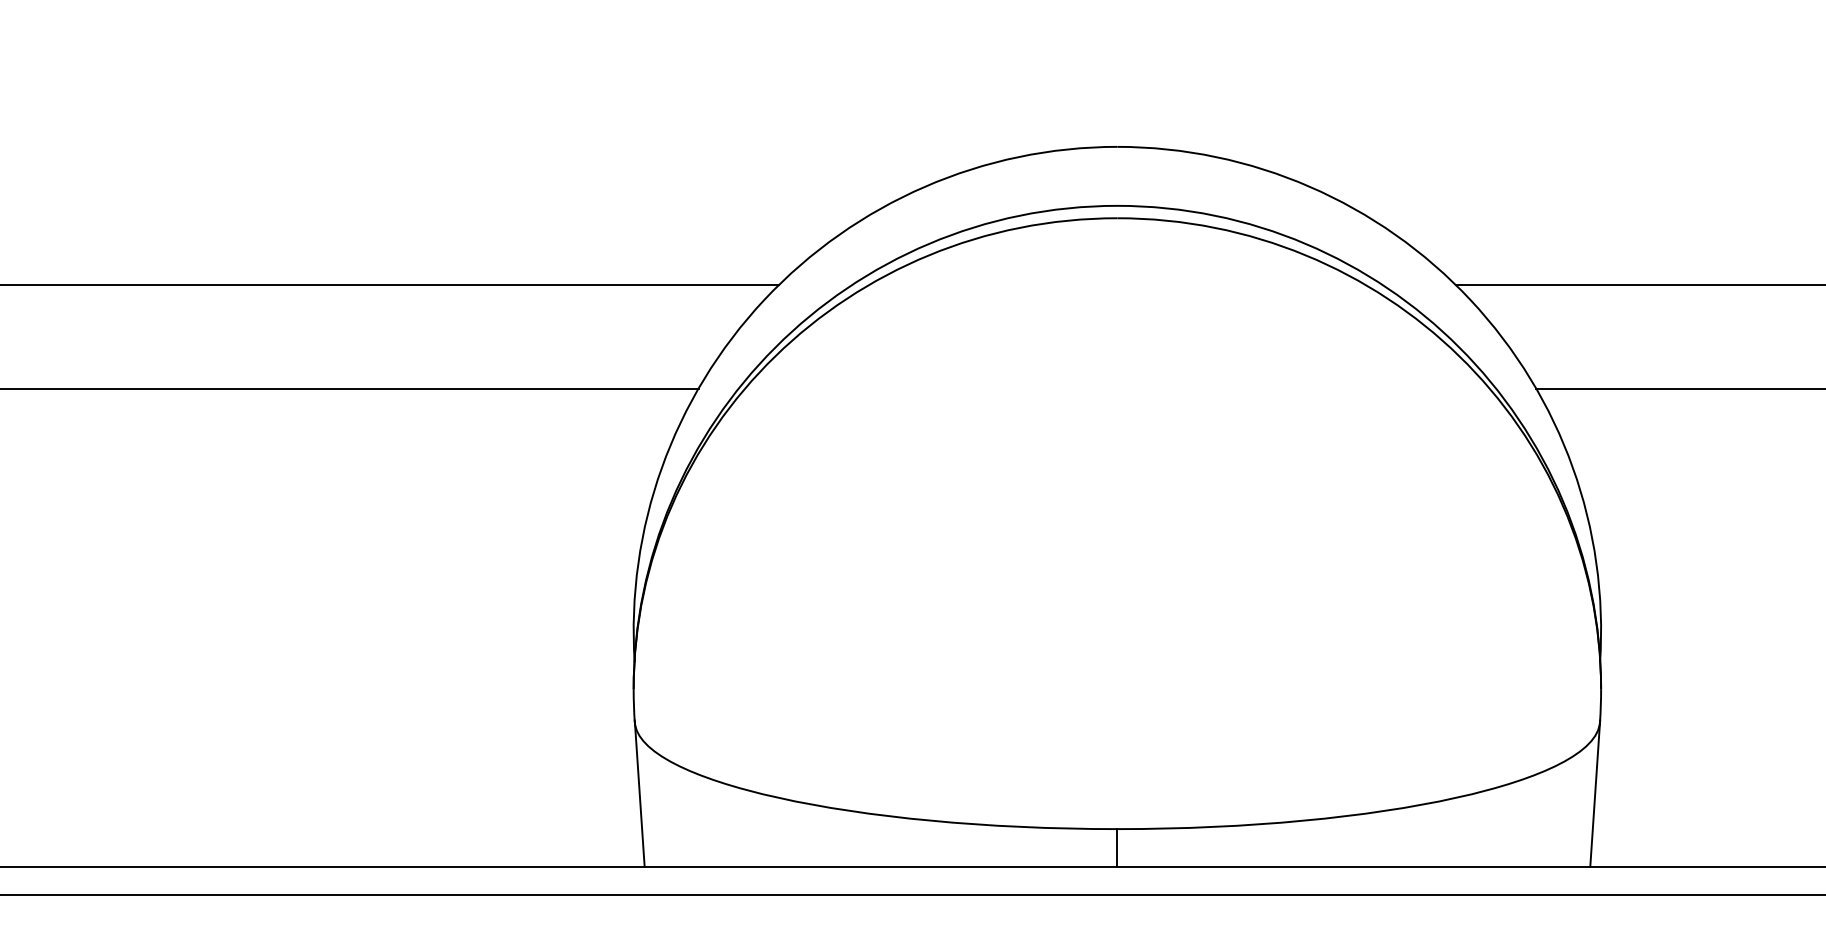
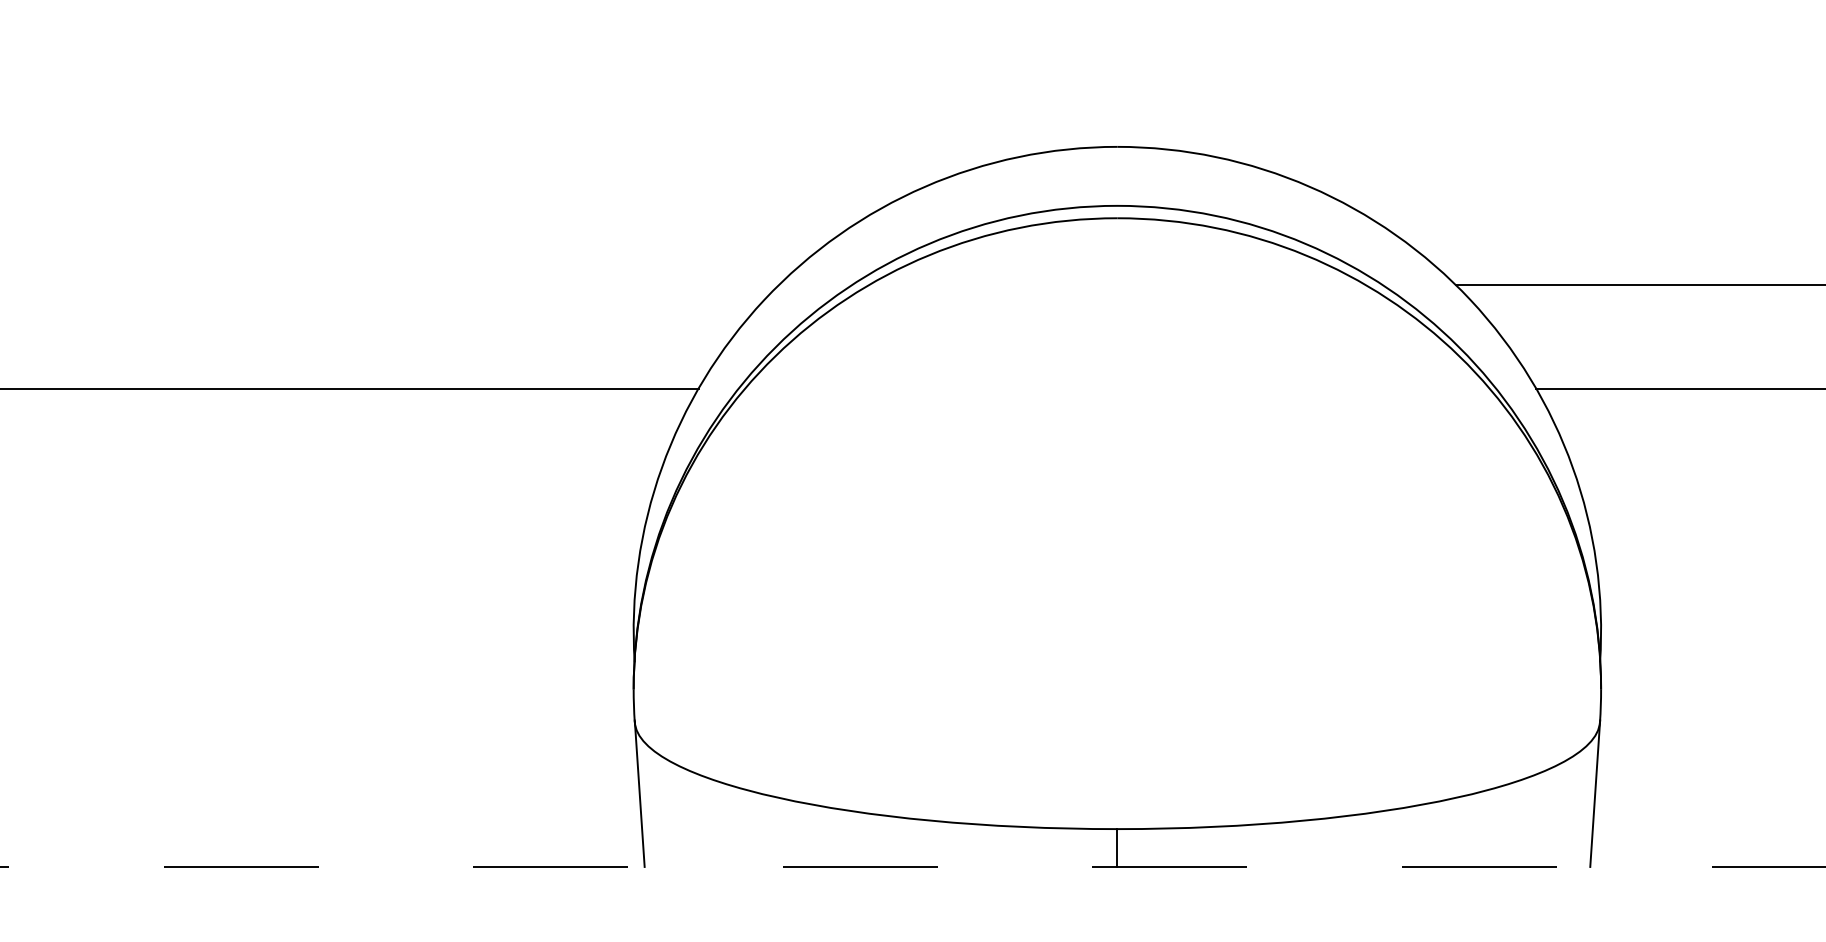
line at (390, 284): present -> none
line at (913, 866): solid -> dashed
line at (912, 895): present -> none
